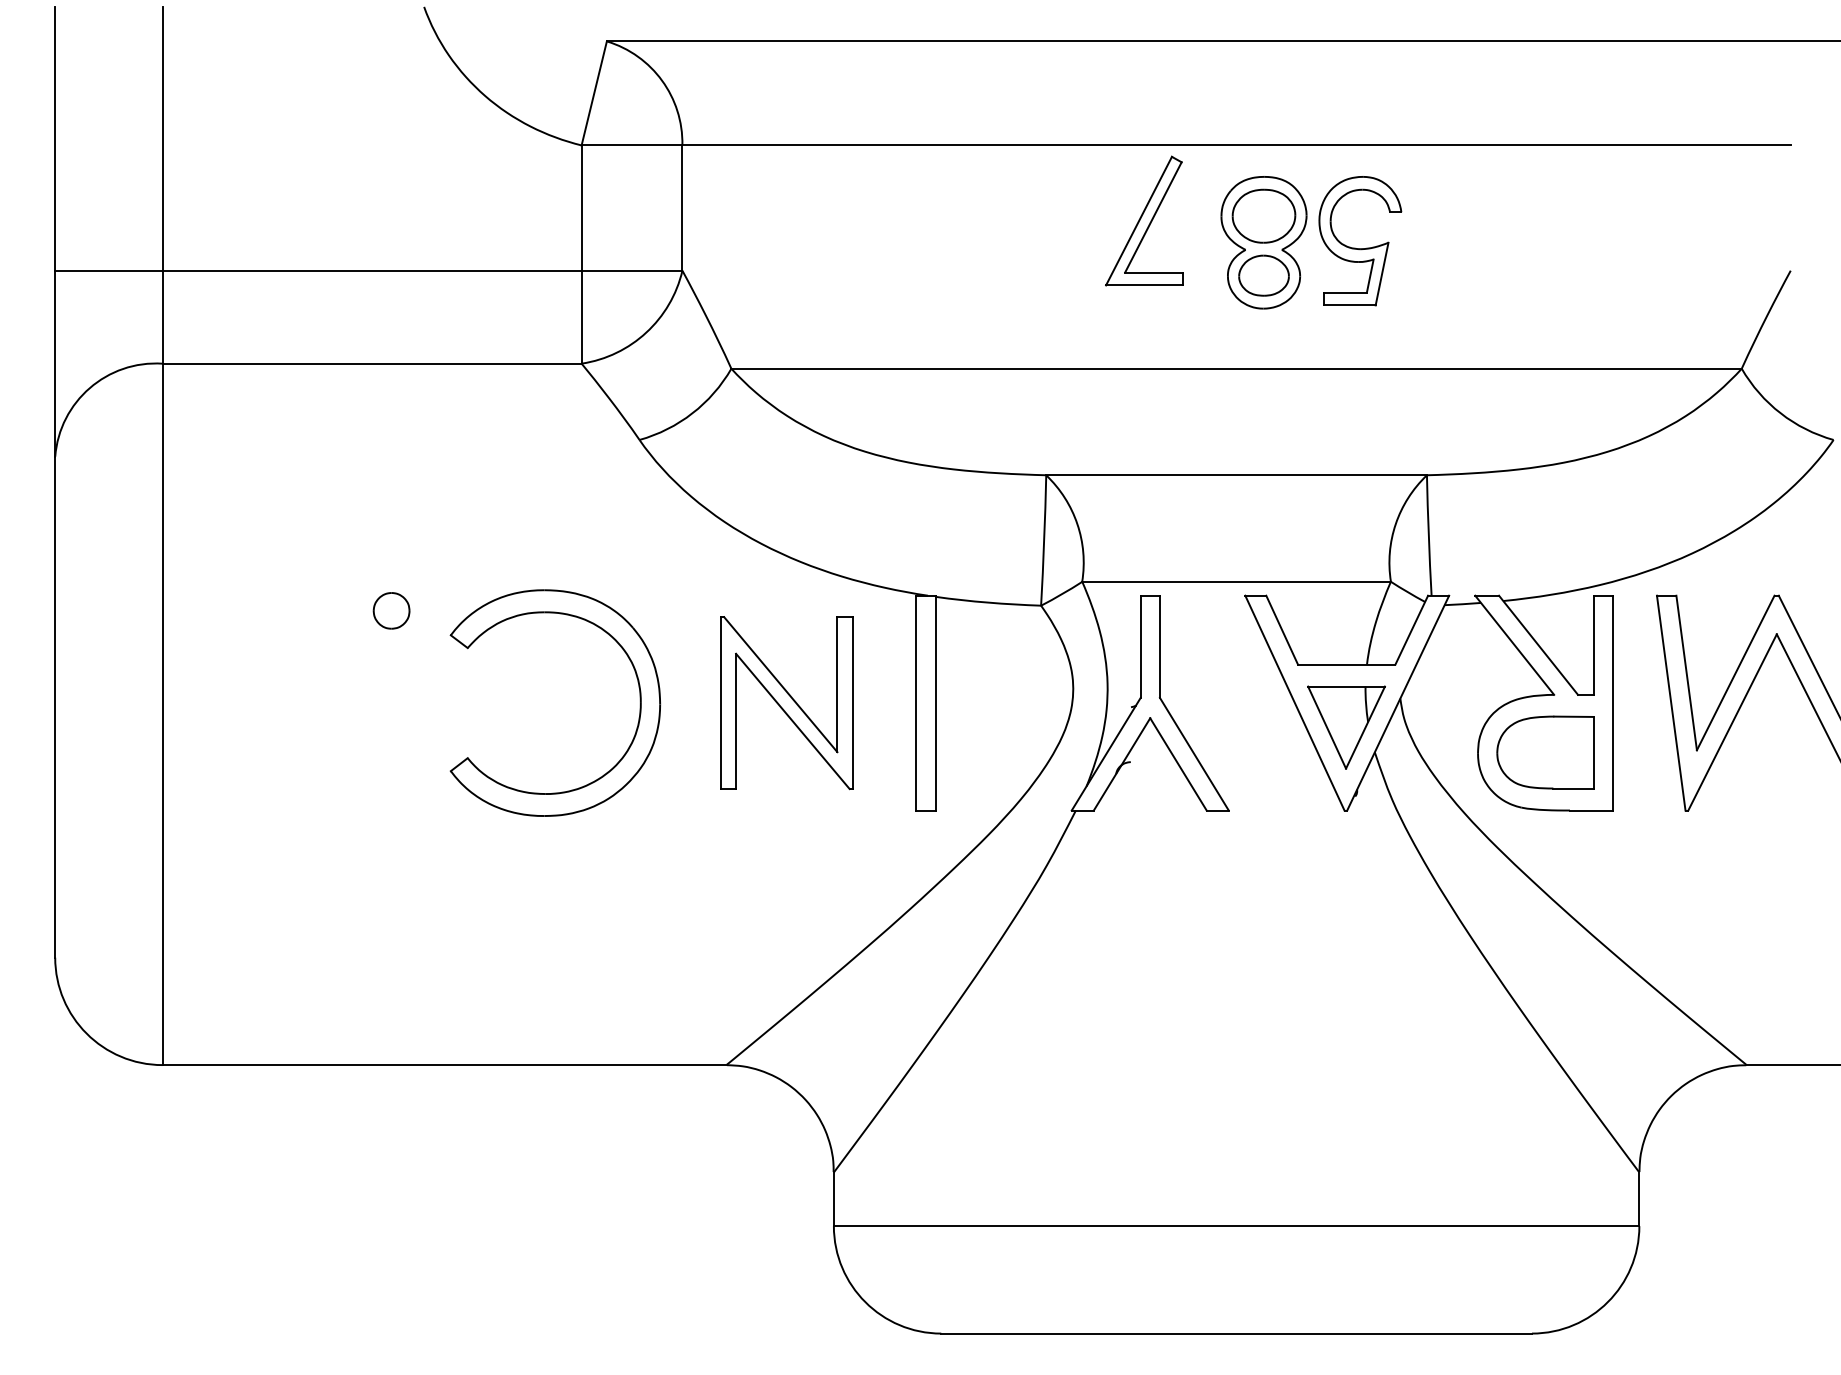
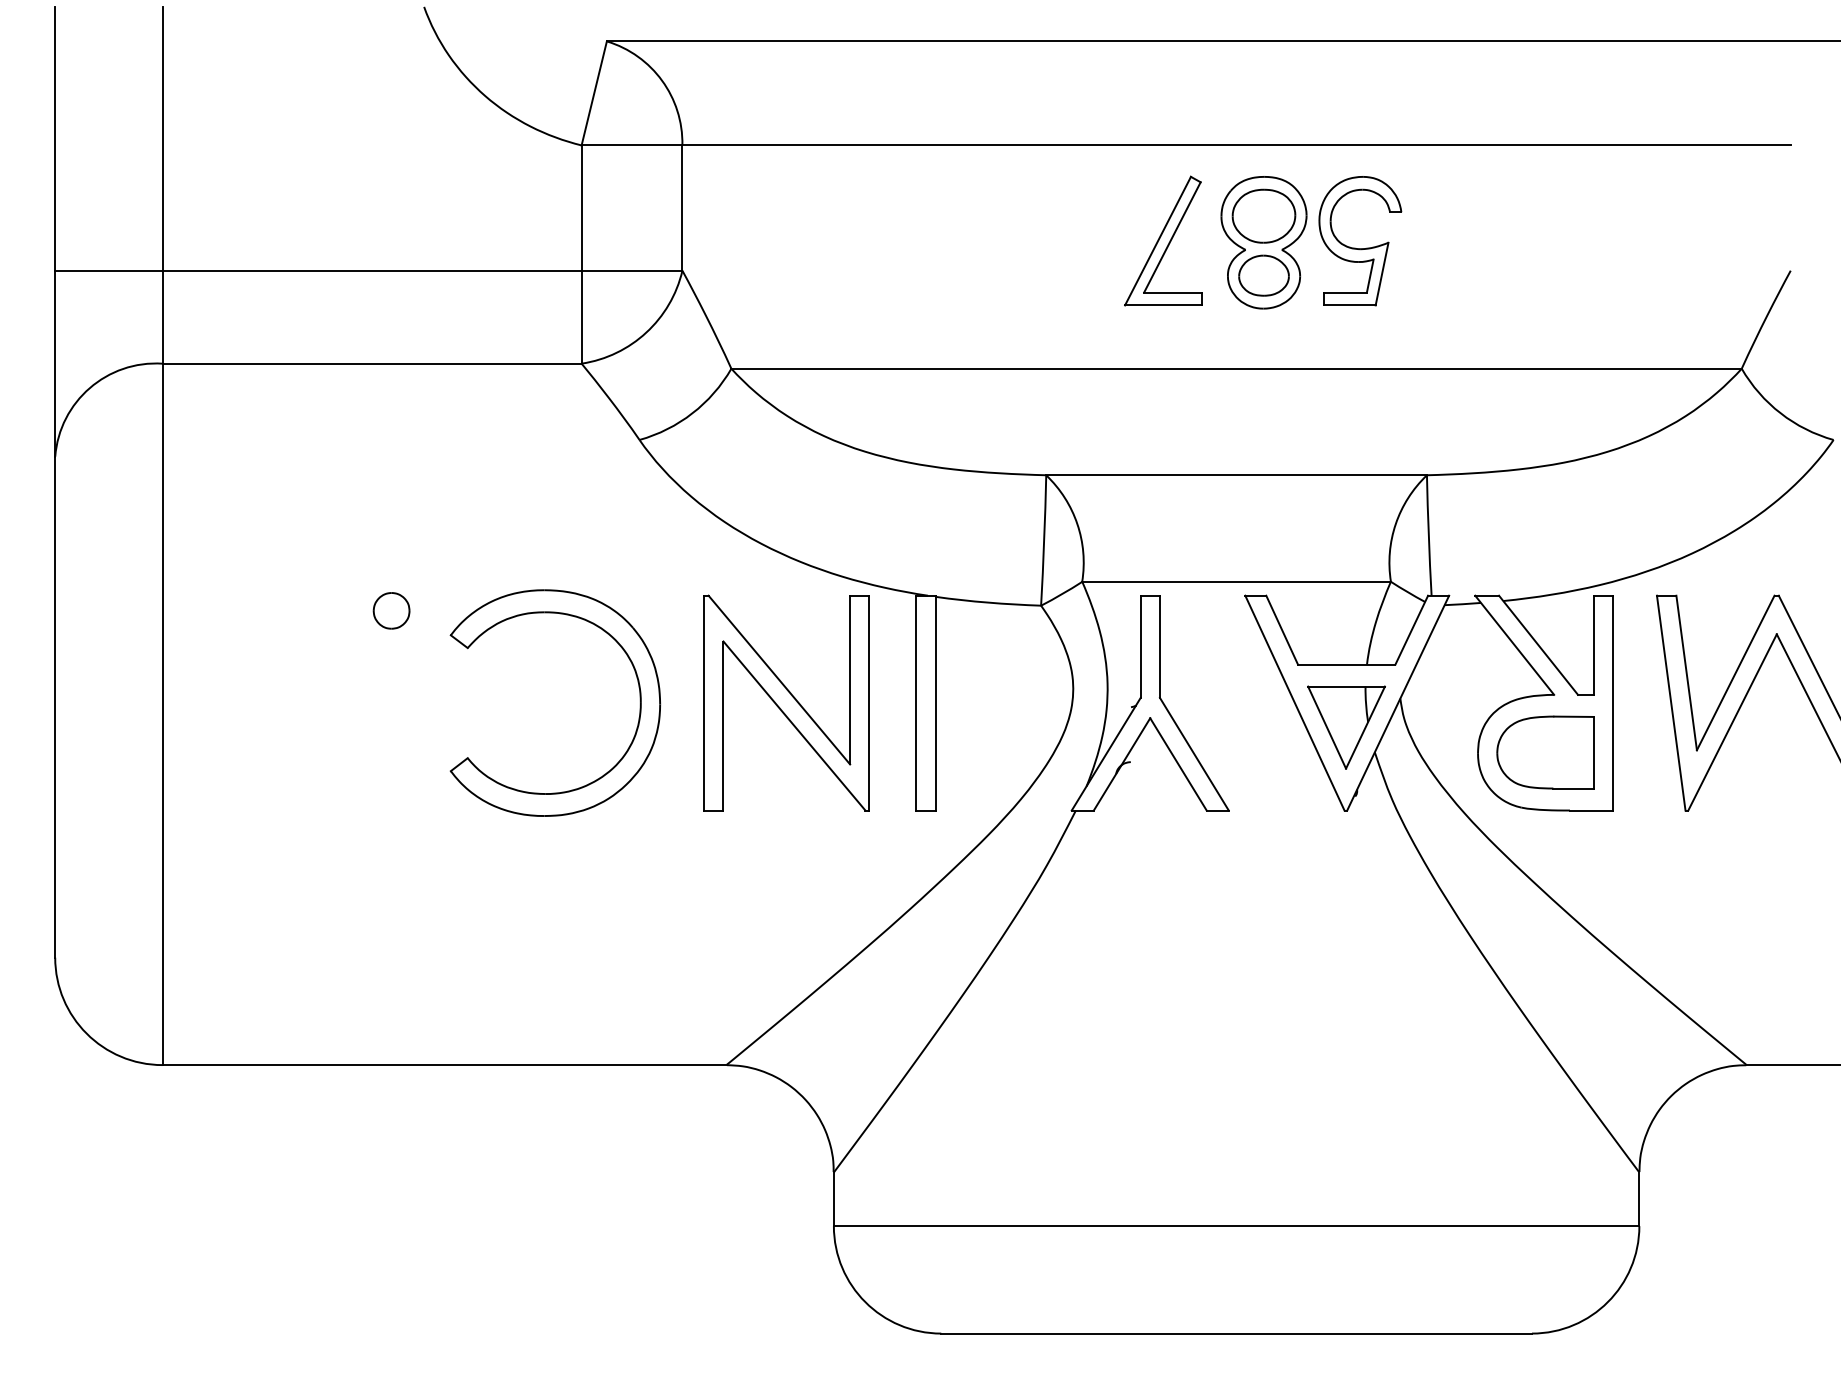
part at (1144, 220) position: (1144, 220) -> (1163, 240)
part at (786, 703) size: 134x175 px -> 167x218 px
